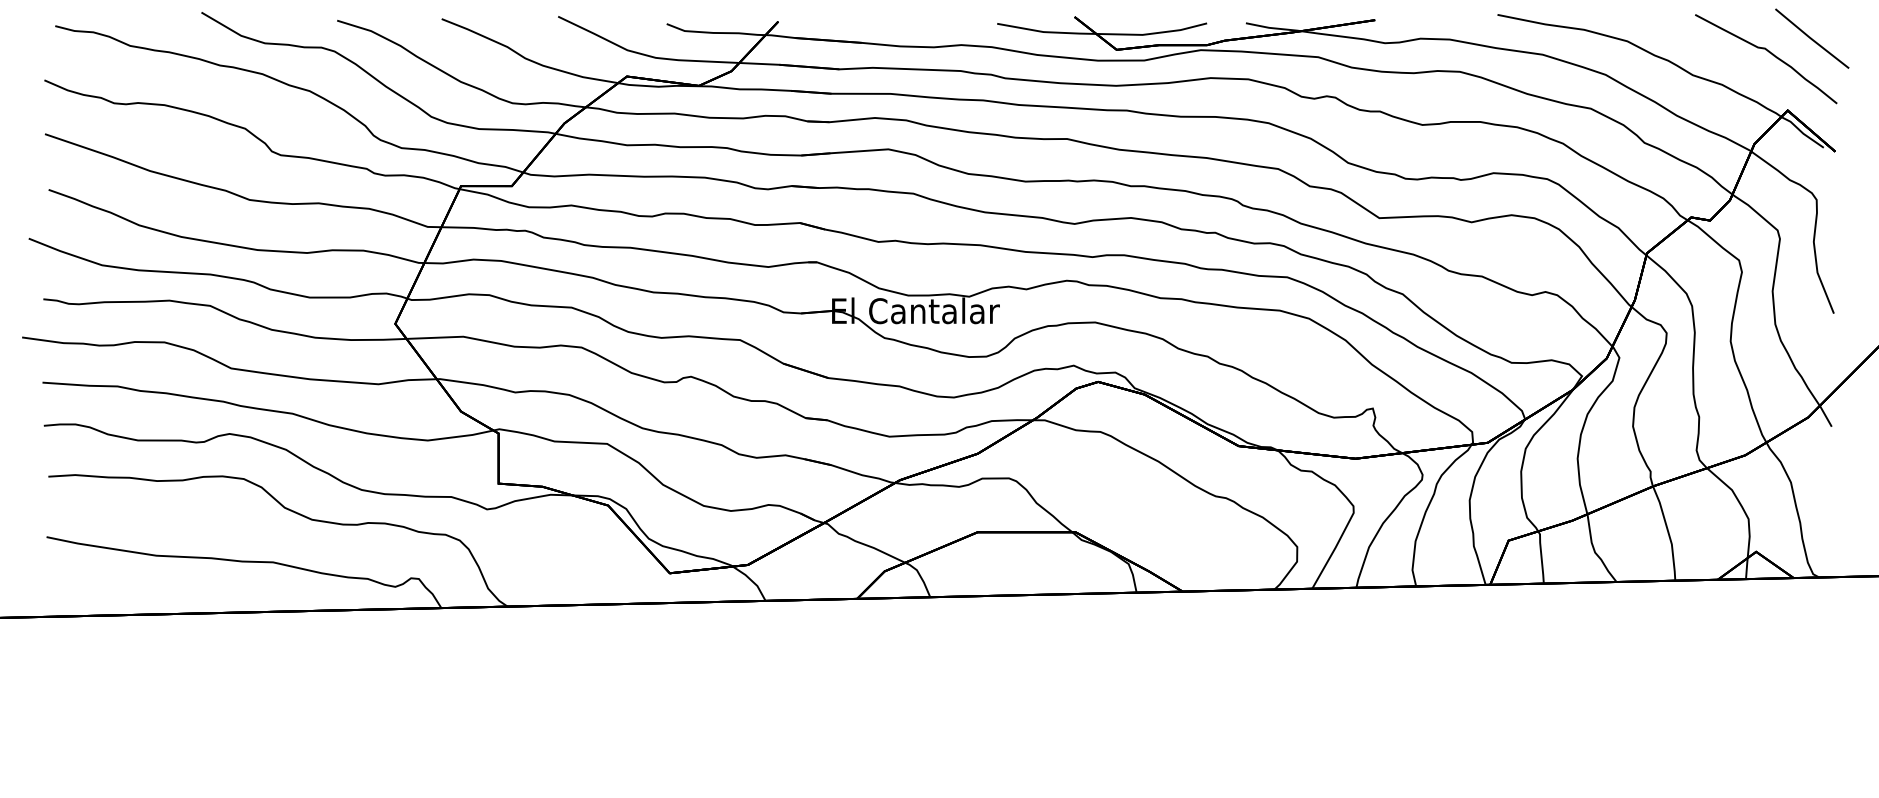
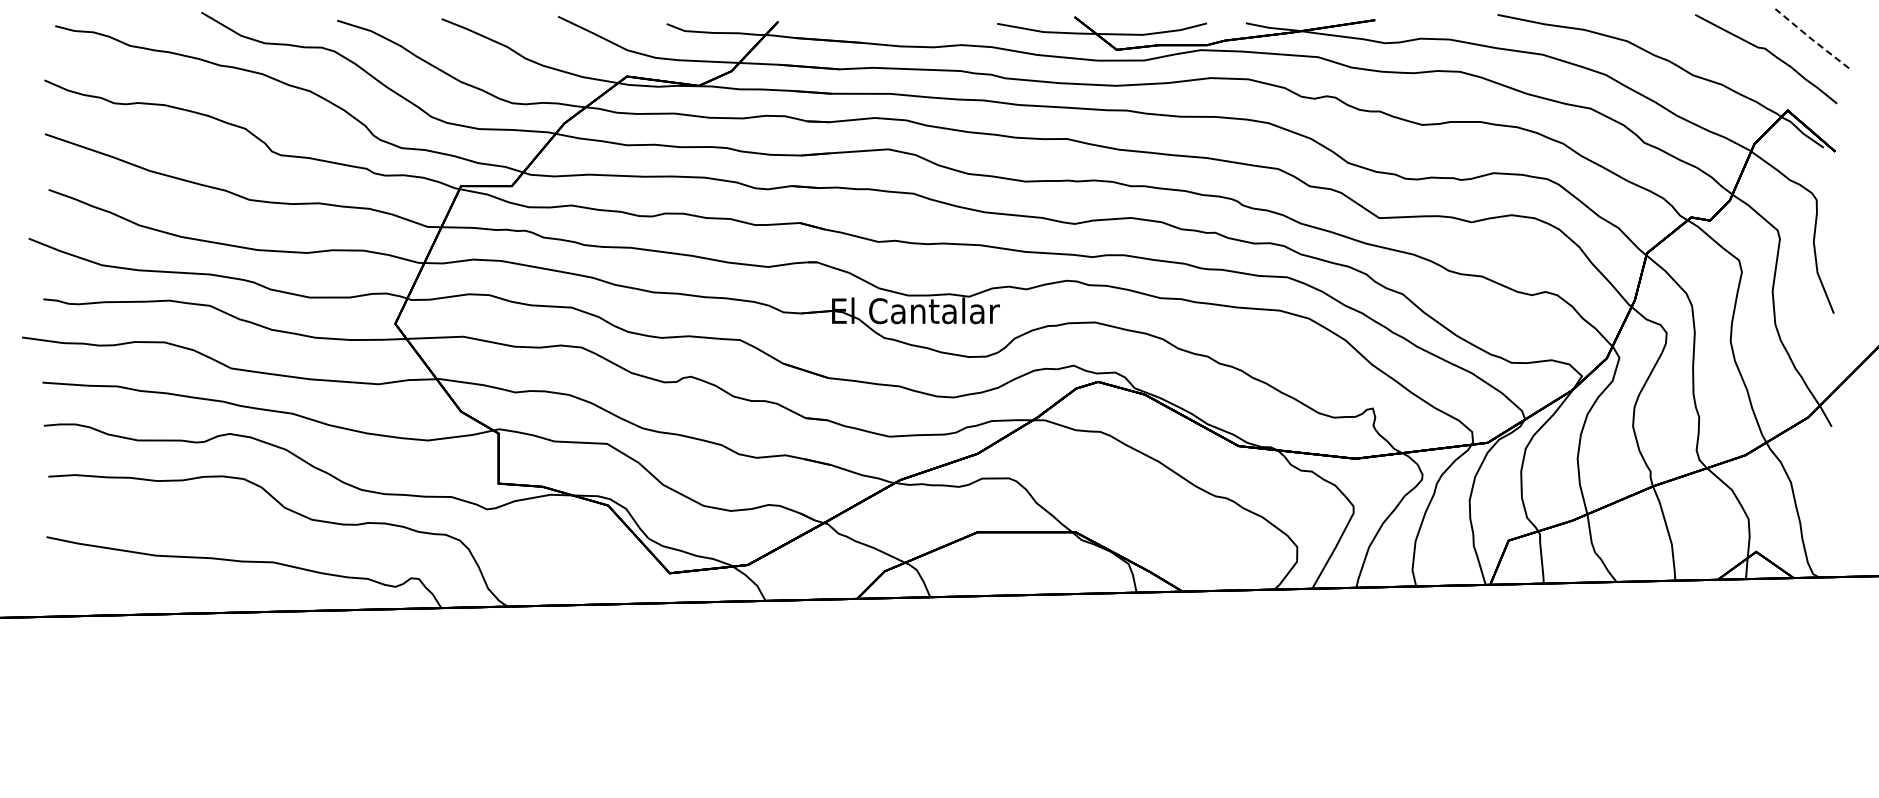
line at (1811, 39): solid -> dashed
